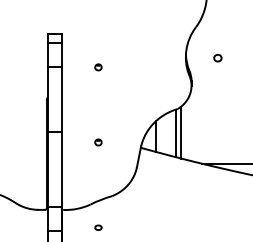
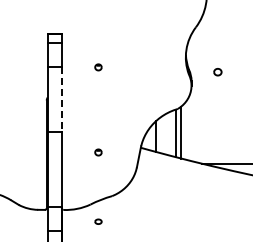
part at (217, 58) position: (217, 58) -> (217, 72)
line at (61, 99): solid -> dashed
part at (98, 142) position: (98, 142) -> (98, 152)
part at (98, 227) position: (98, 227) -> (98, 221)
